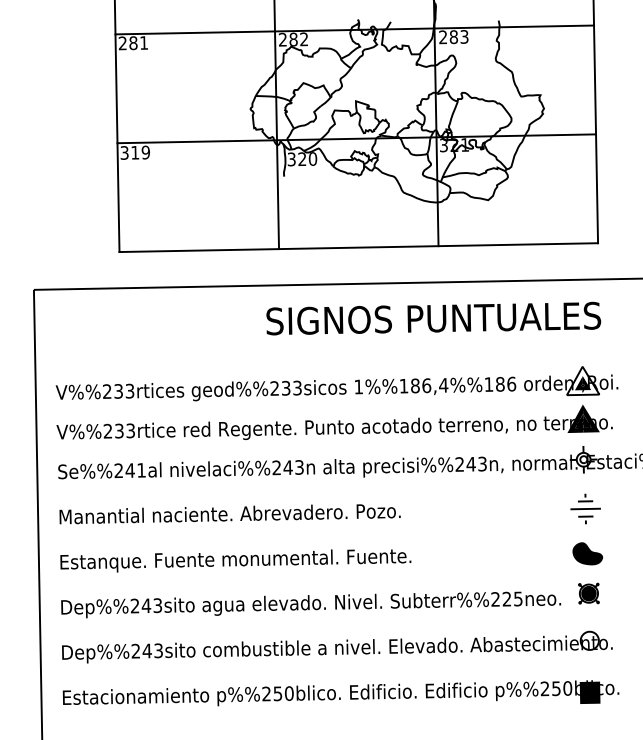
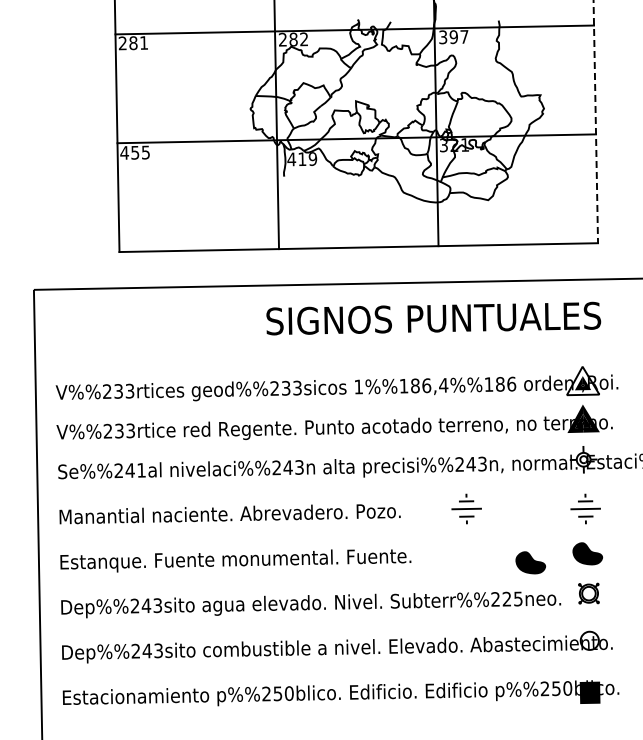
text at (453, 37): 283 -> 397
line at (595, 122): solid -> dashed
text at (134, 152): 319 -> 455
text at (302, 159): 320 -> 419
part at (466, 508): none -> present
part at (530, 562): none -> present
fill at (588, 593): present -> none
